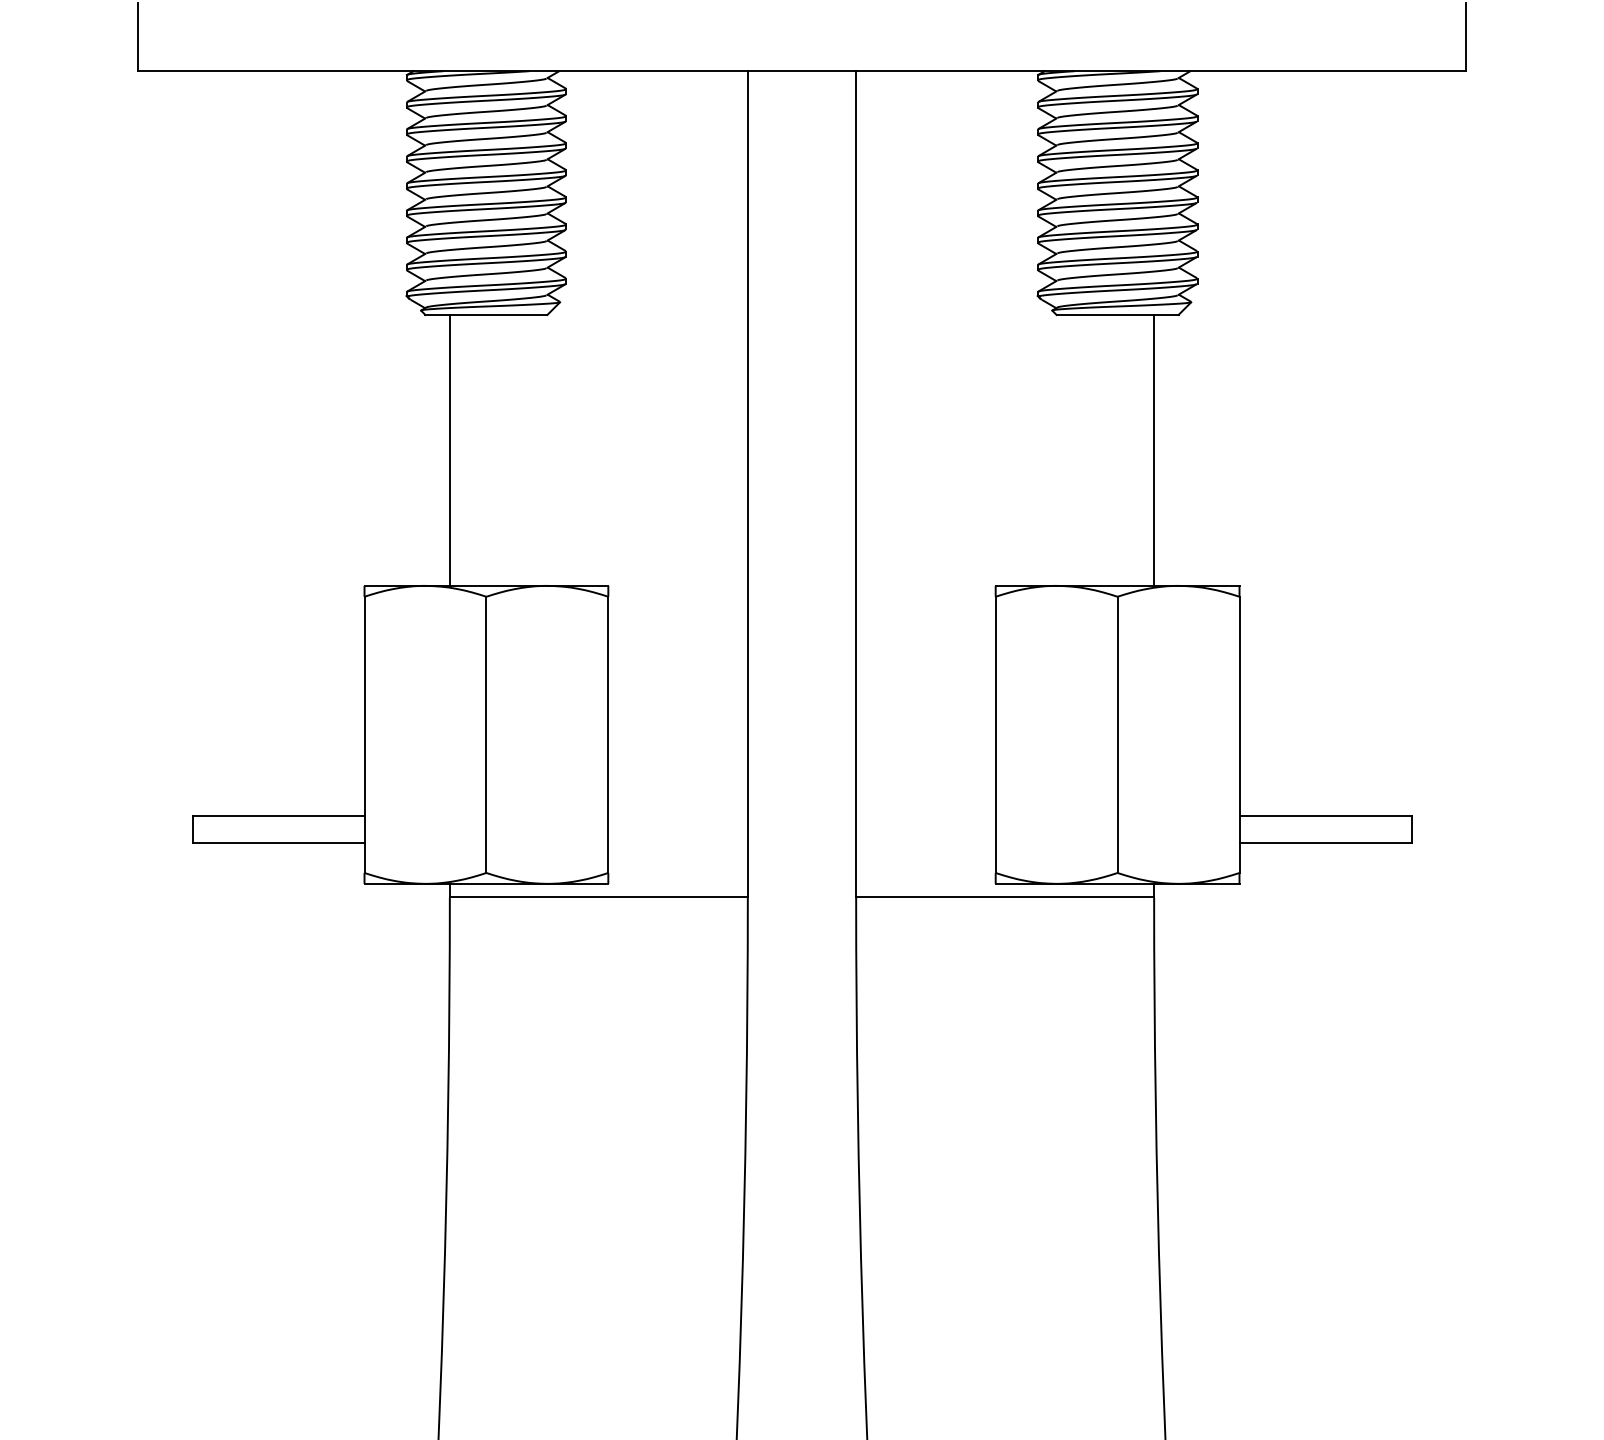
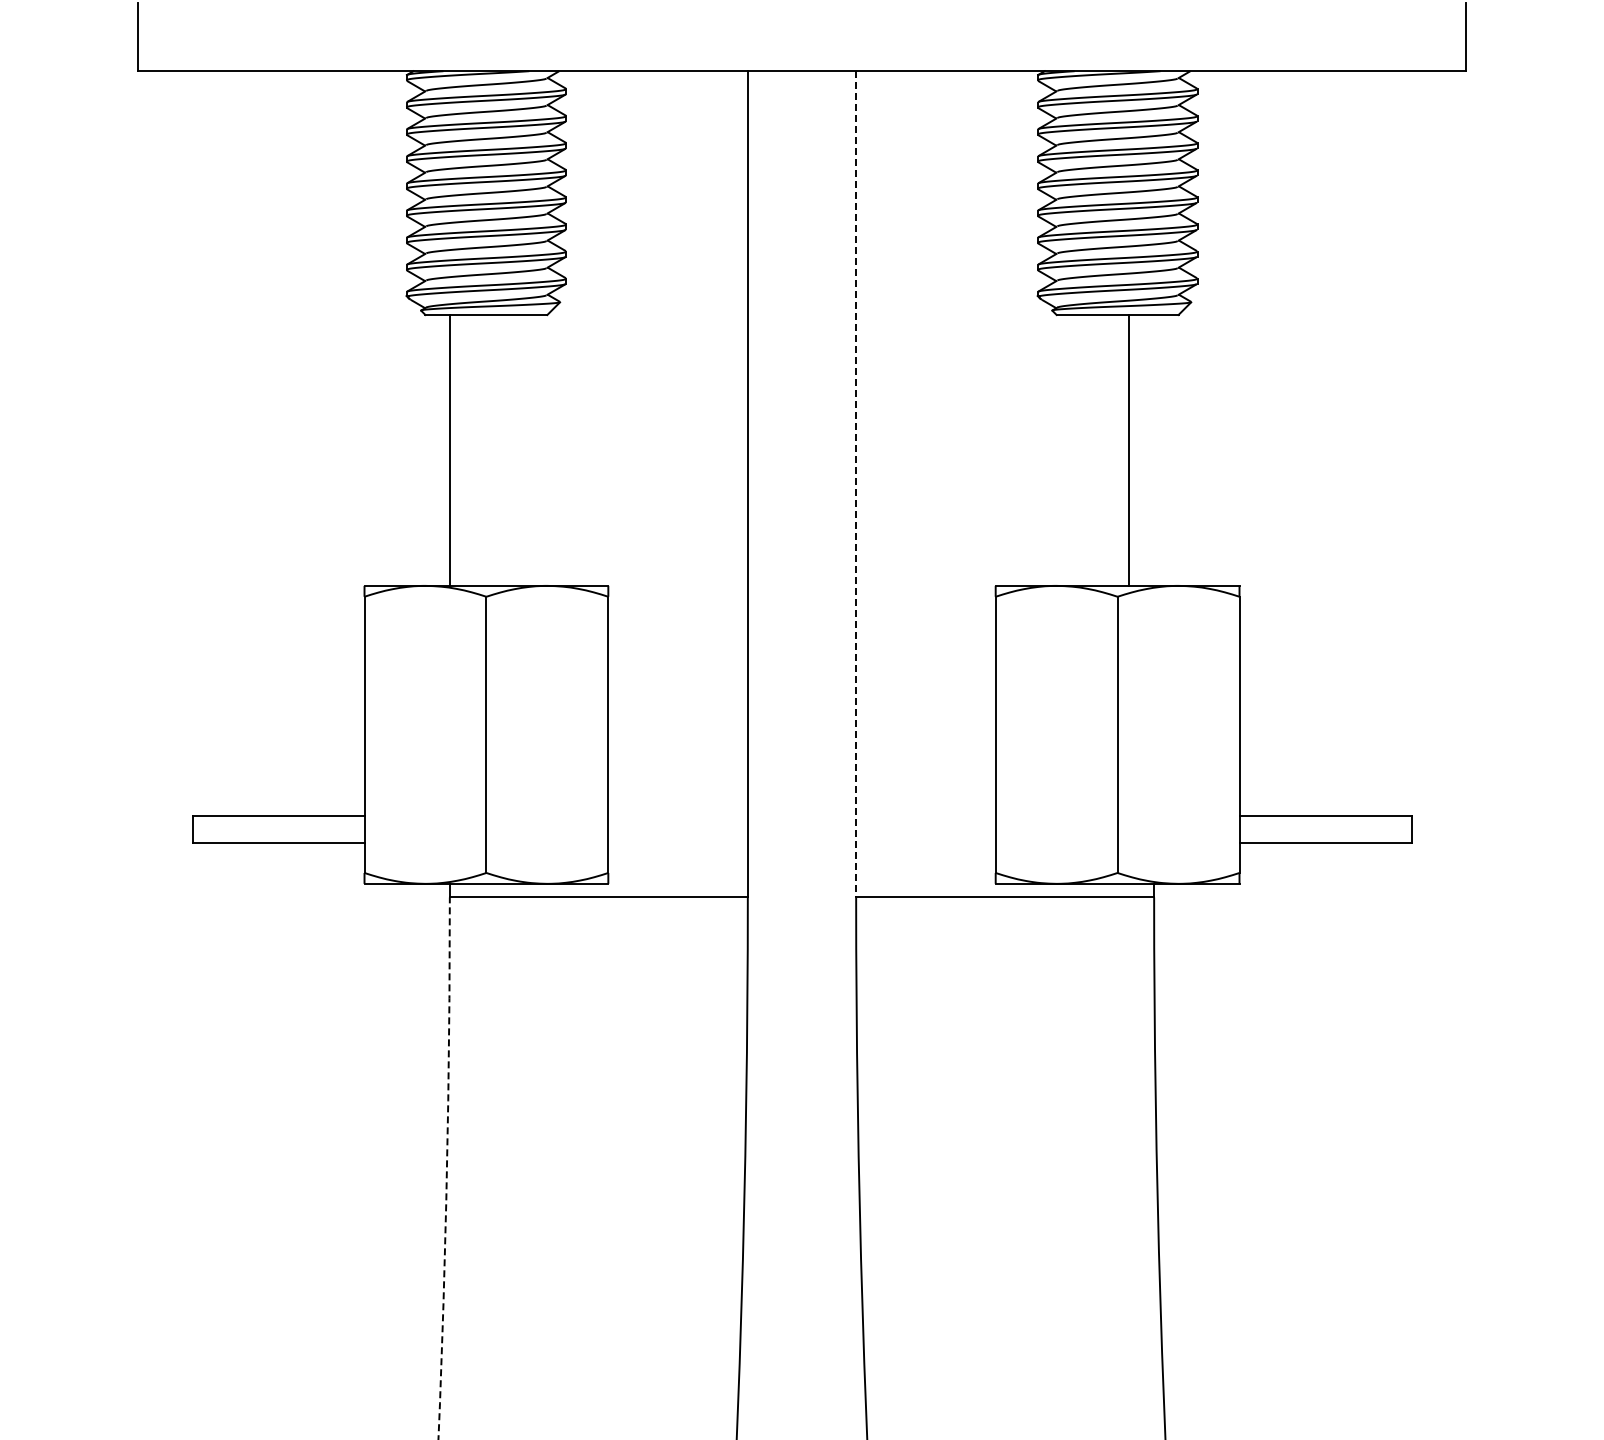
line at (1154, 450) position: (1154, 450) -> (1129, 450)
line at (856, 484): solid -> dashed
arc at (446, 1168): solid -> dashed
